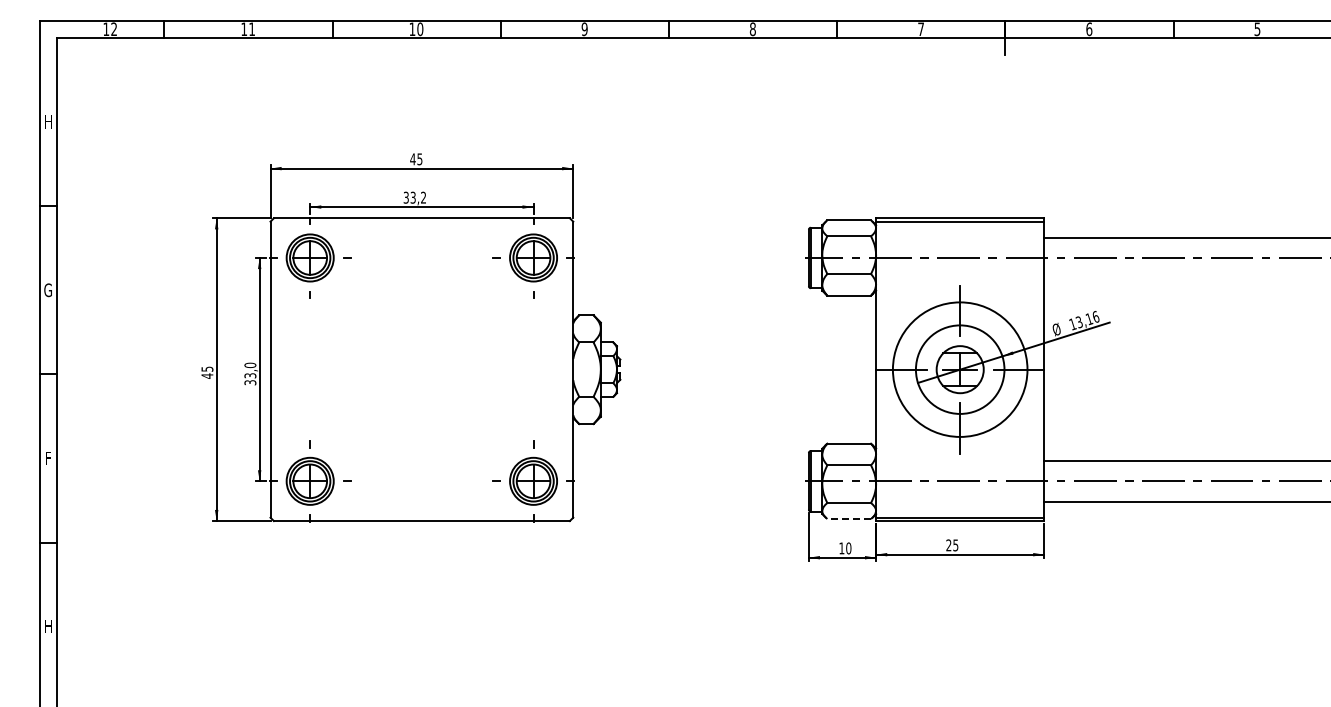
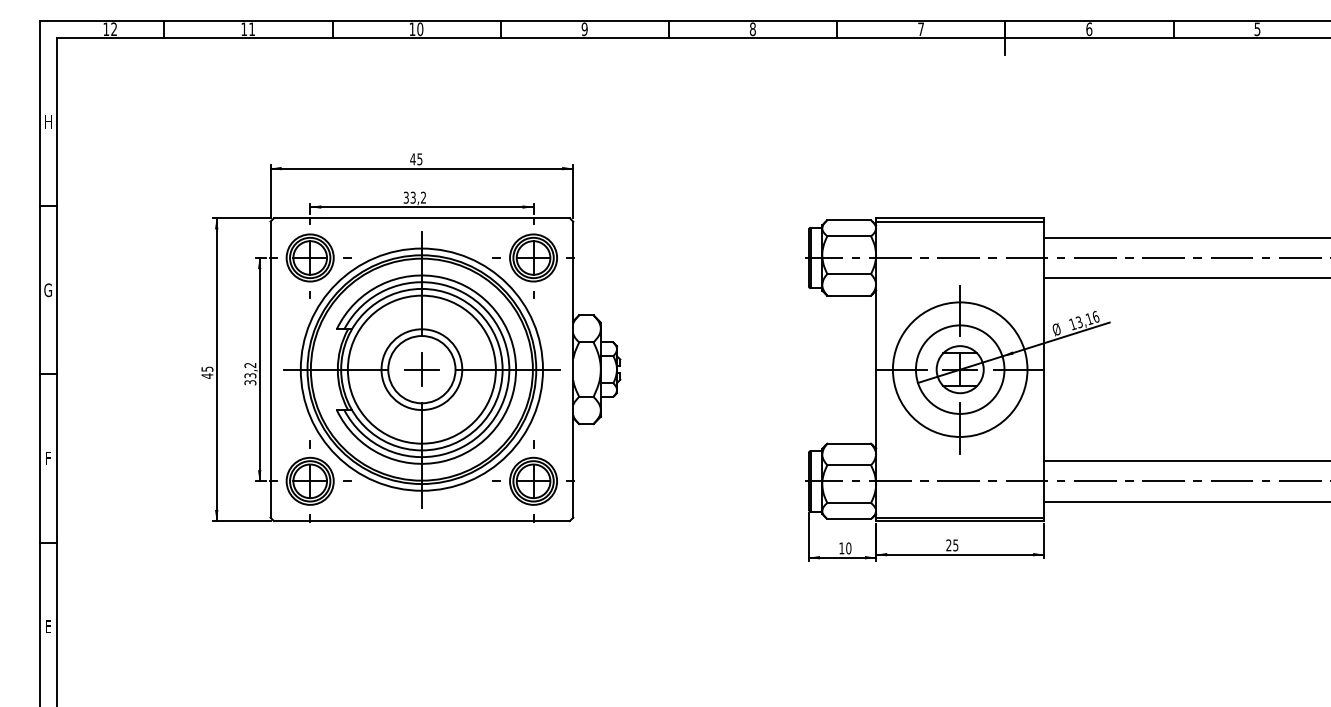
line at (1185, 278): none -> present
text at (250, 365): 33,0 -> 33,2
part at (421, 369): none -> present
line at (849, 519): dashed -> solid
text at (48, 626): H -> E
